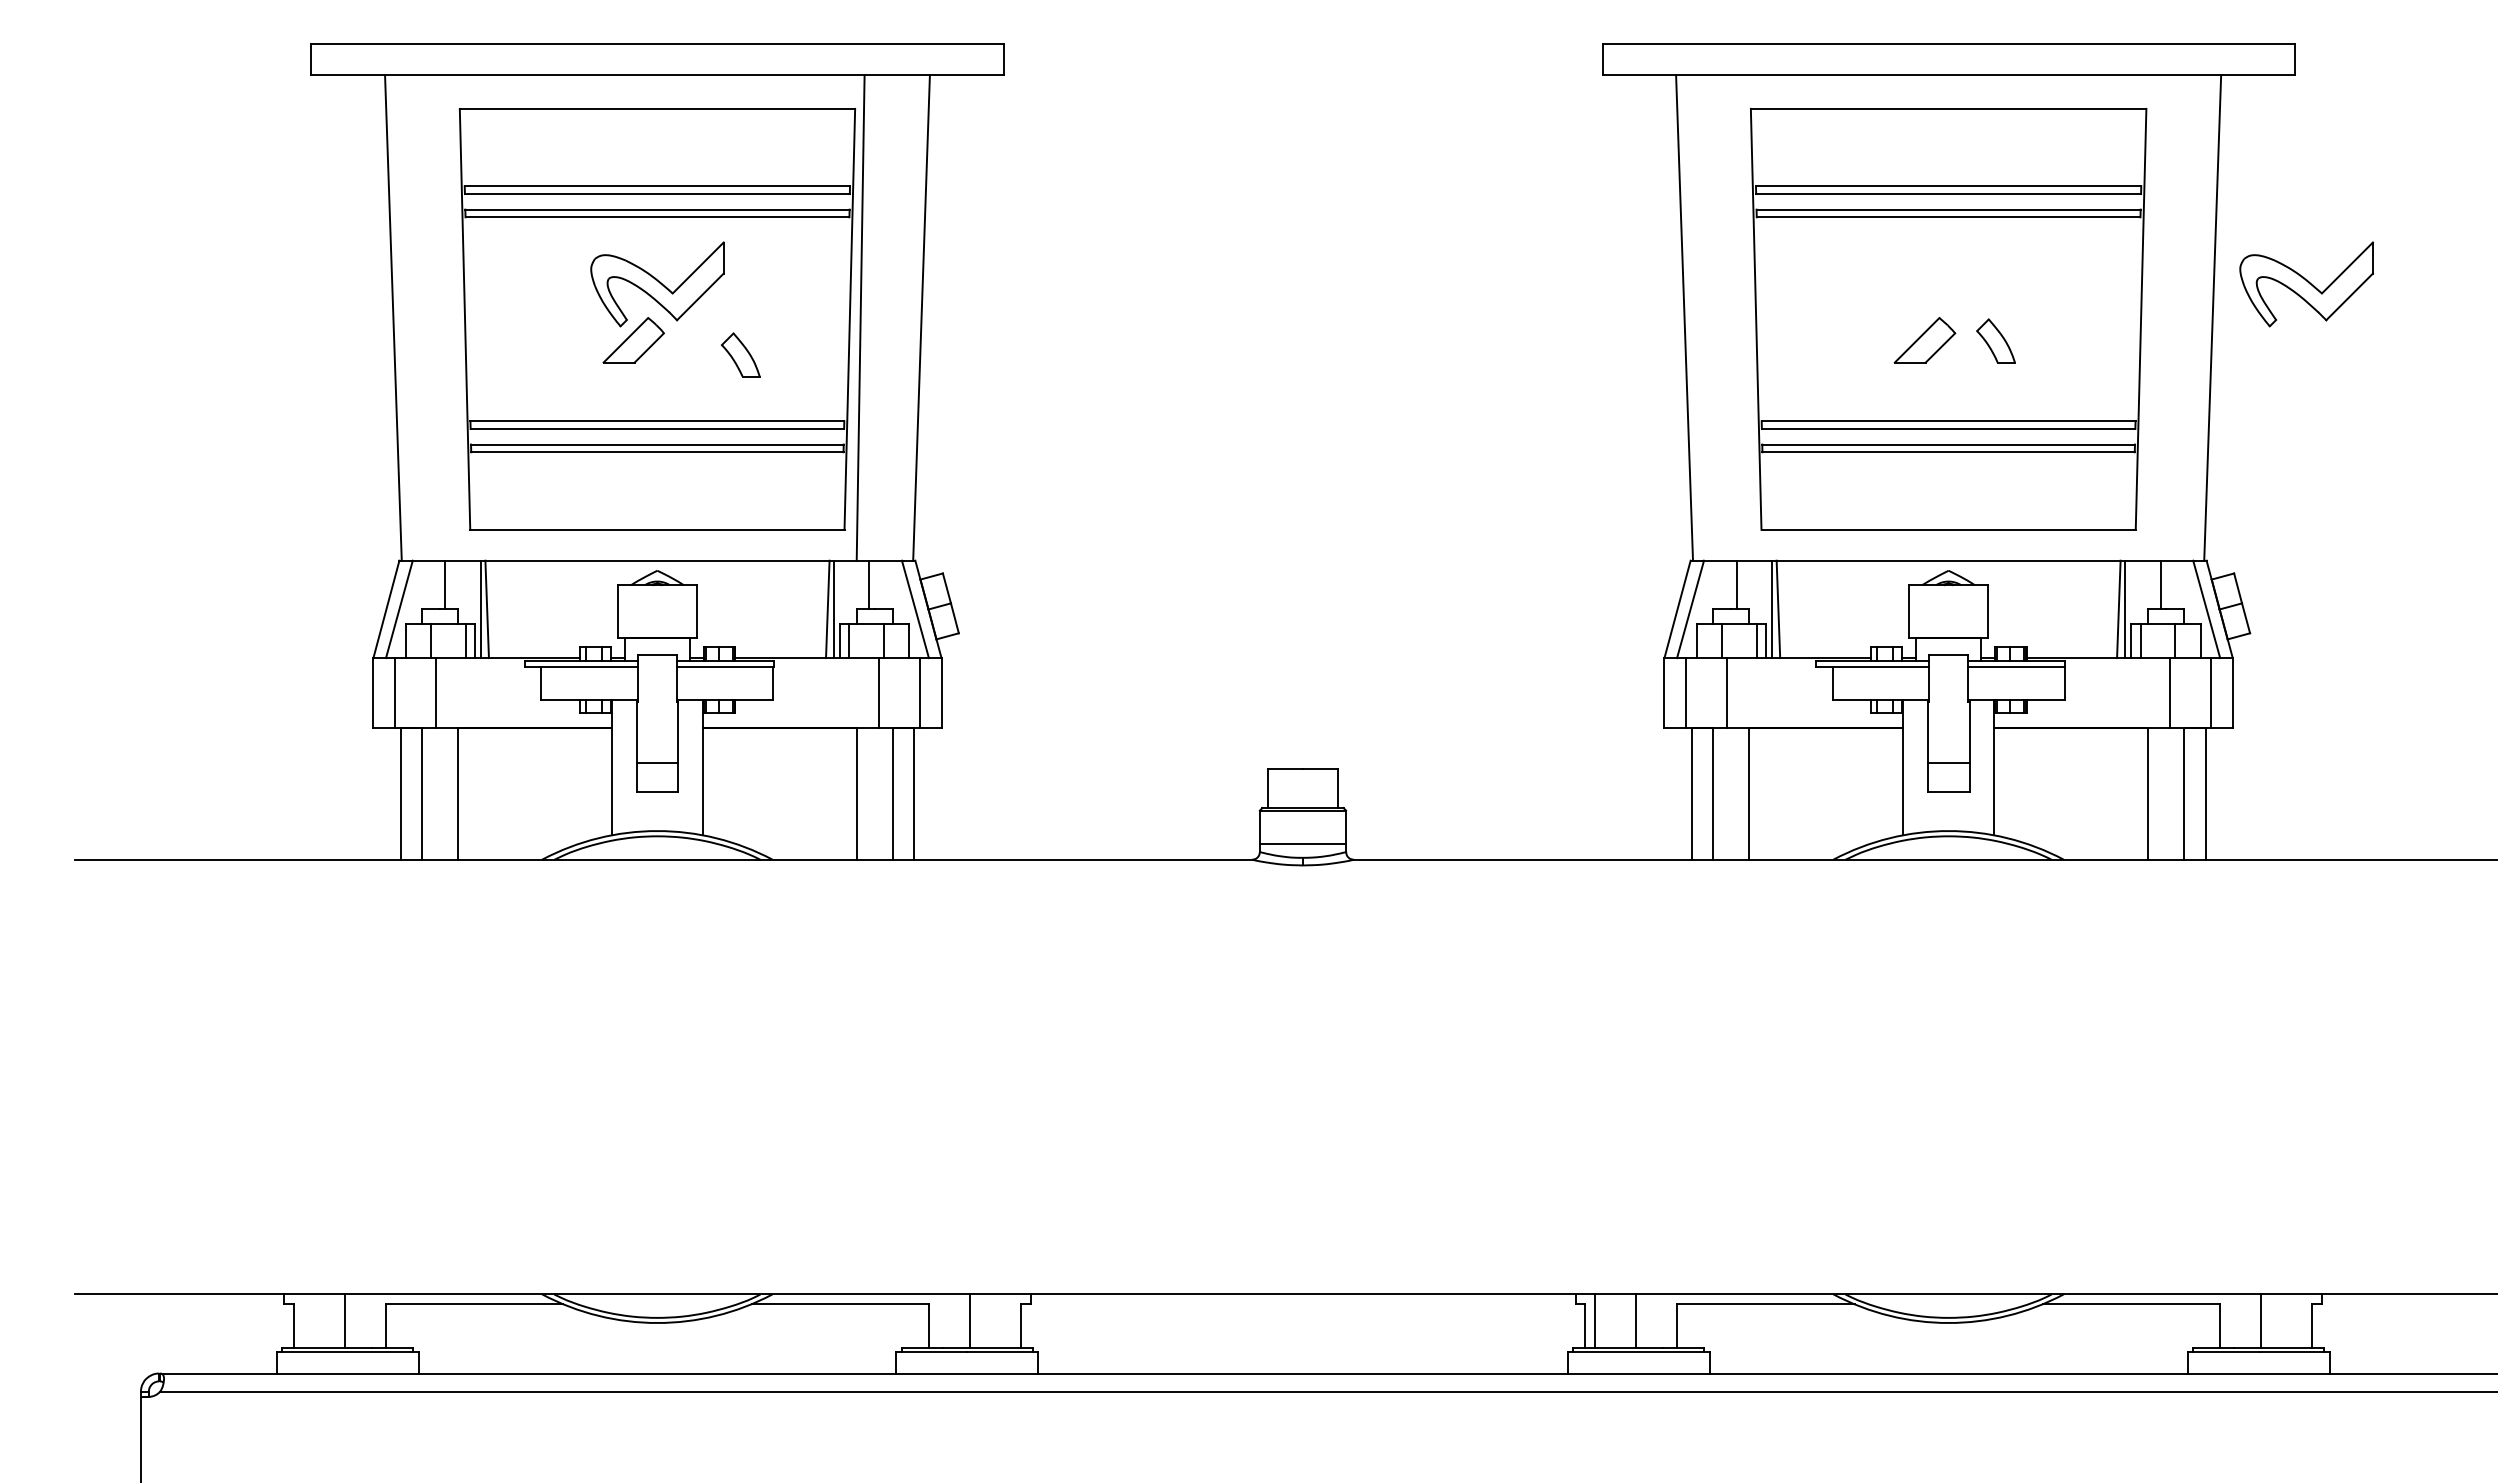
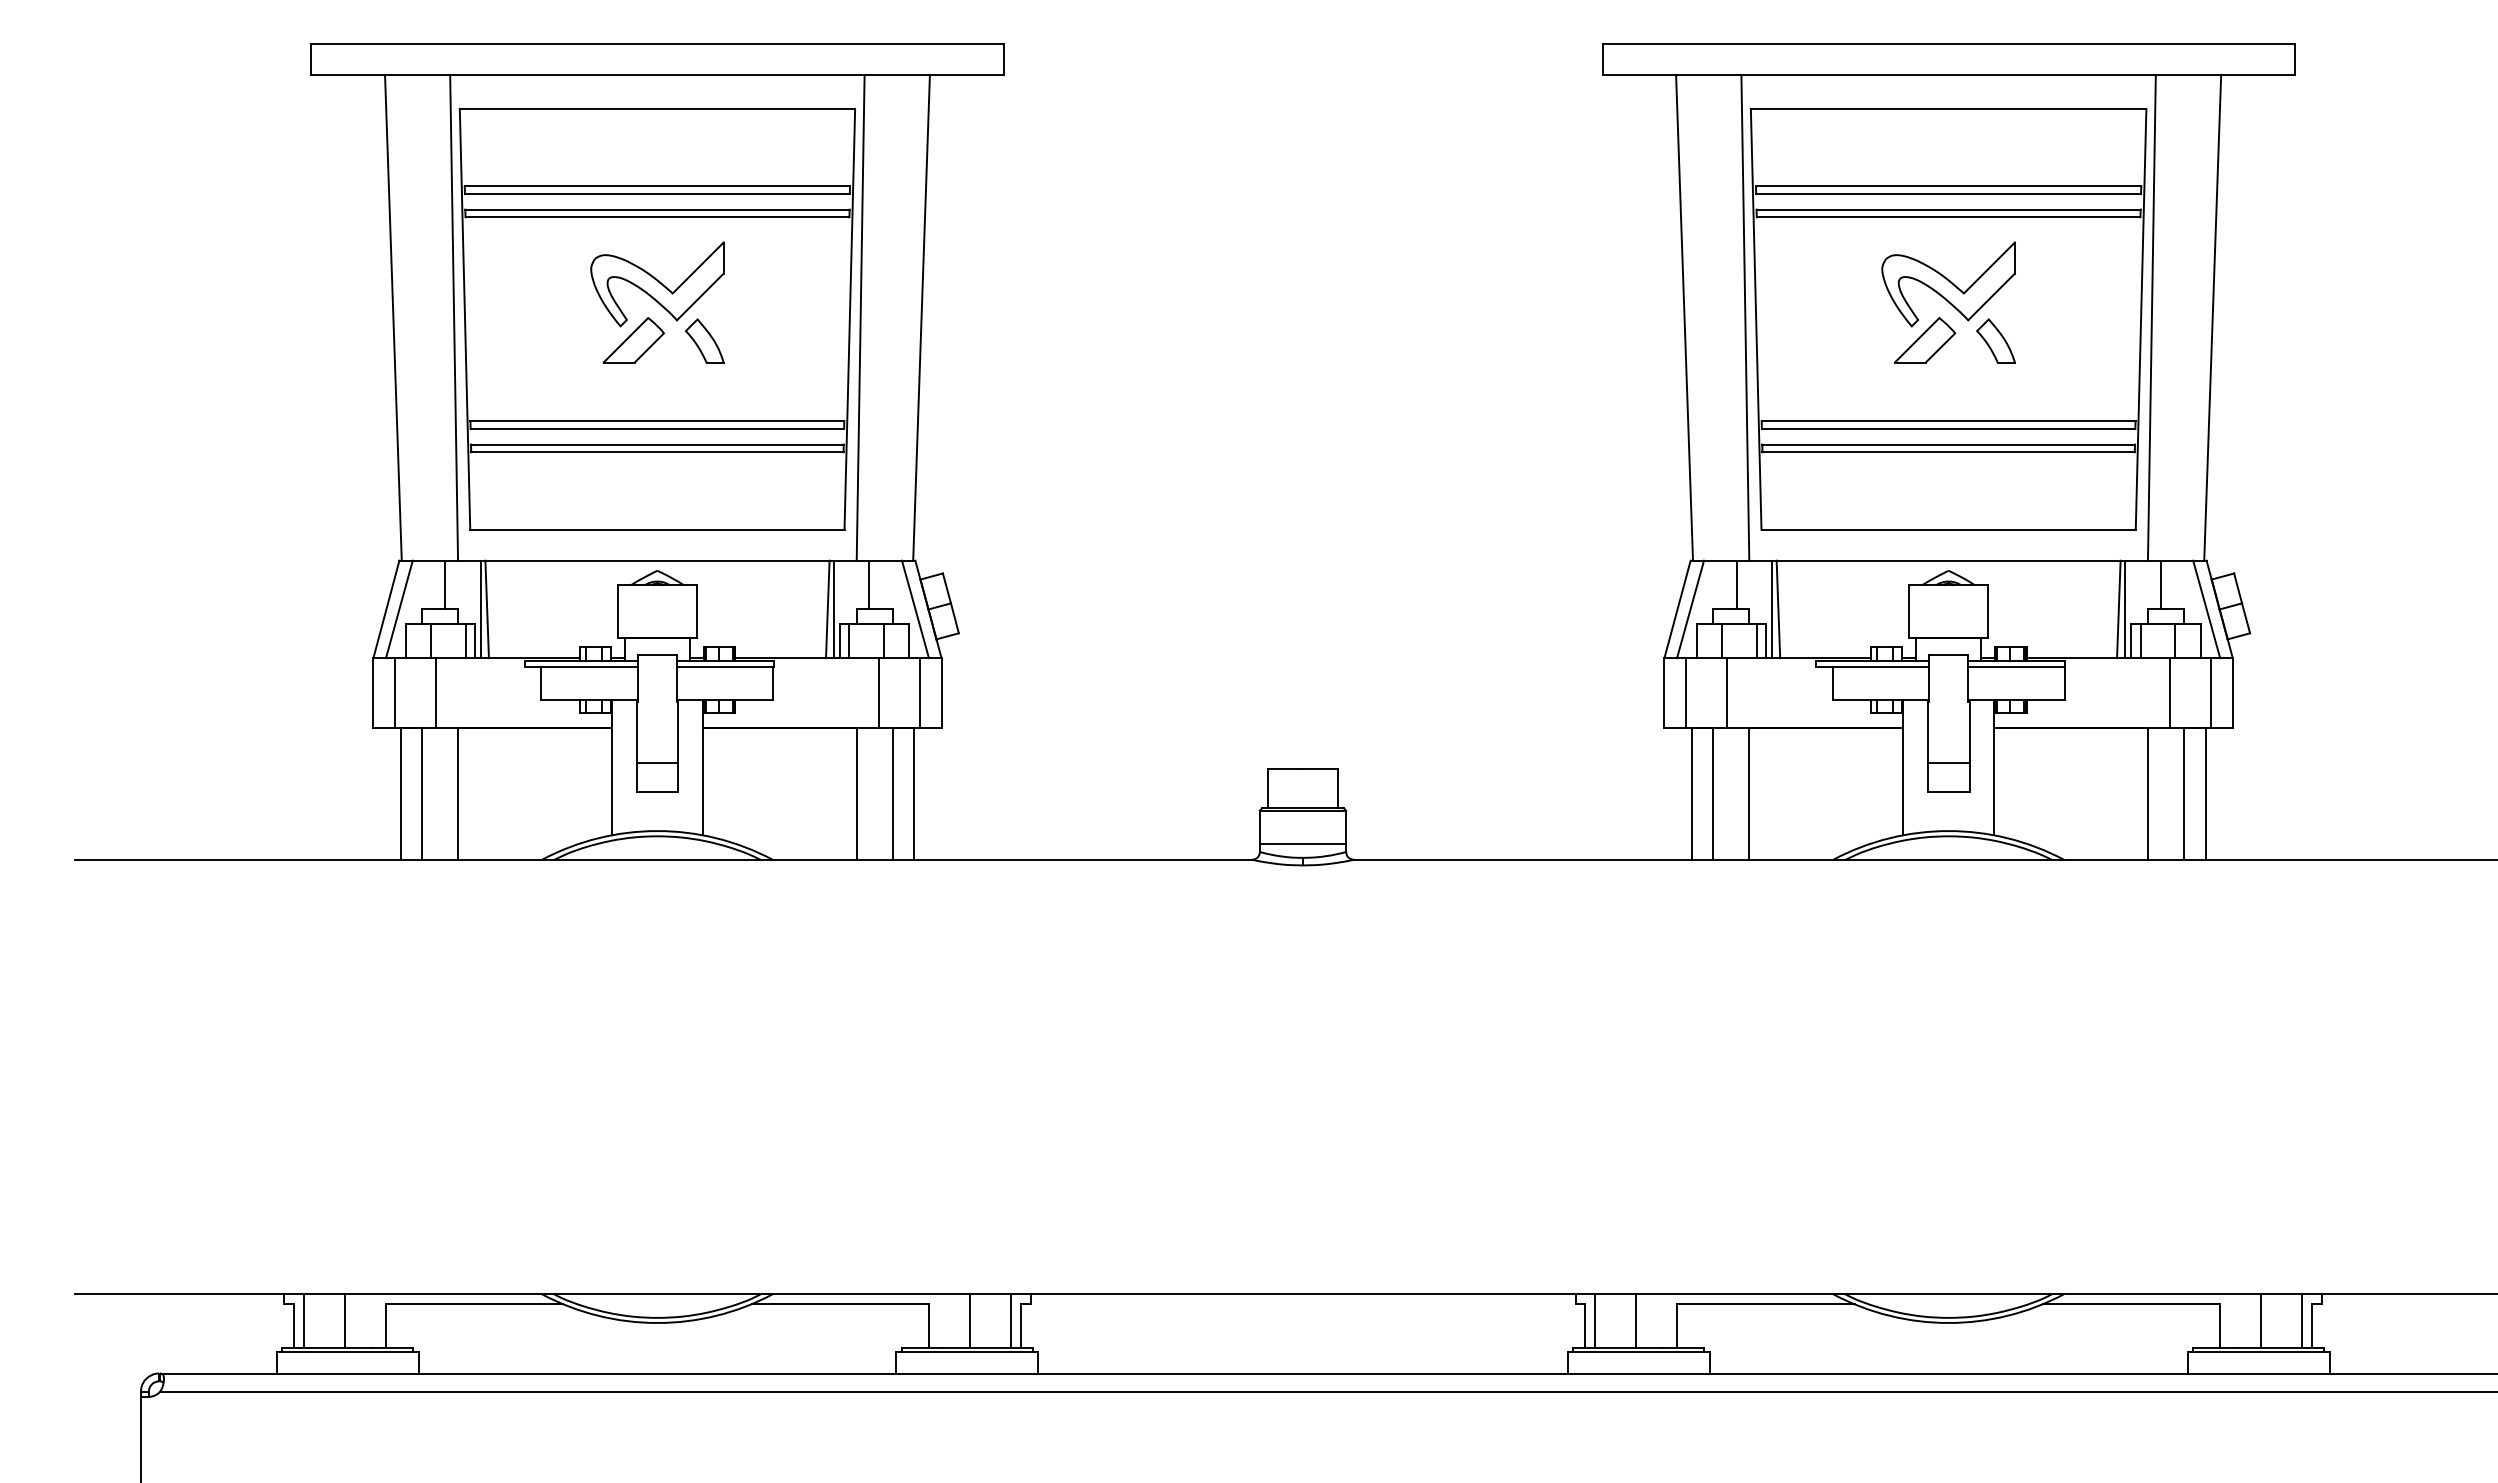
part at (2306, 284) position: (2306, 284) -> (1948, 284)
line at (454, 317): none -> present
line at (1745, 317): none -> present
line at (2151, 317): none -> present
part at (740, 354) position: (740, 354) -> (704, 340)
line at (303, 1321): none -> present
line at (1011, 1321): none -> present
line at (2302, 1321): none -> present
